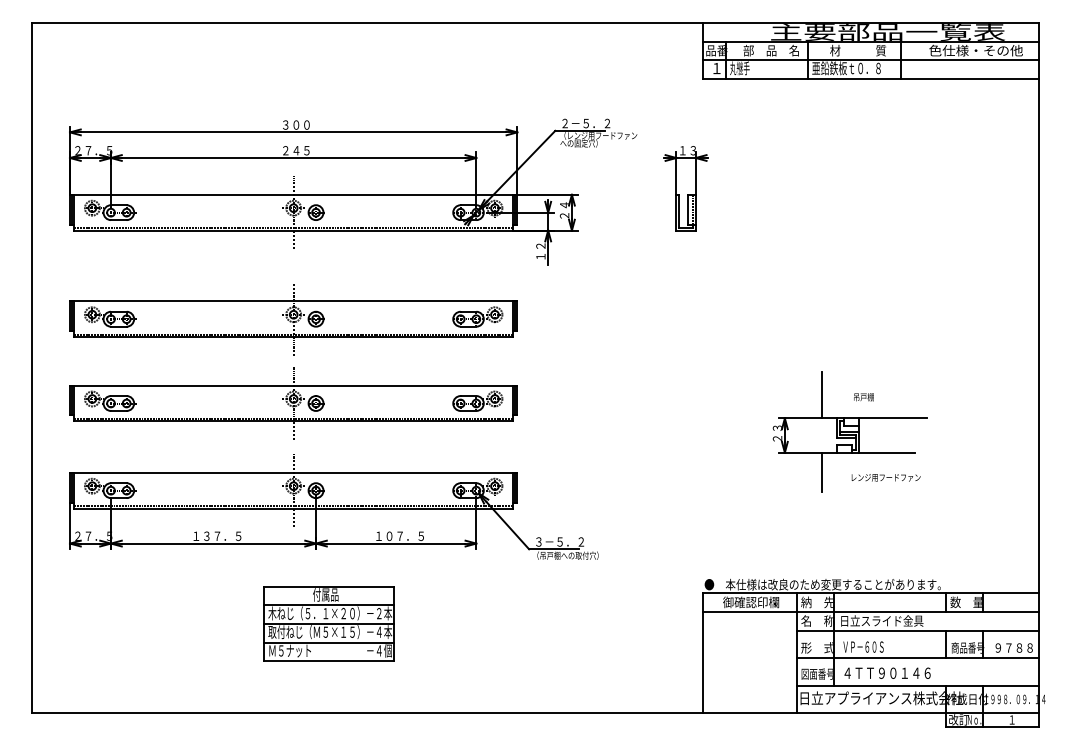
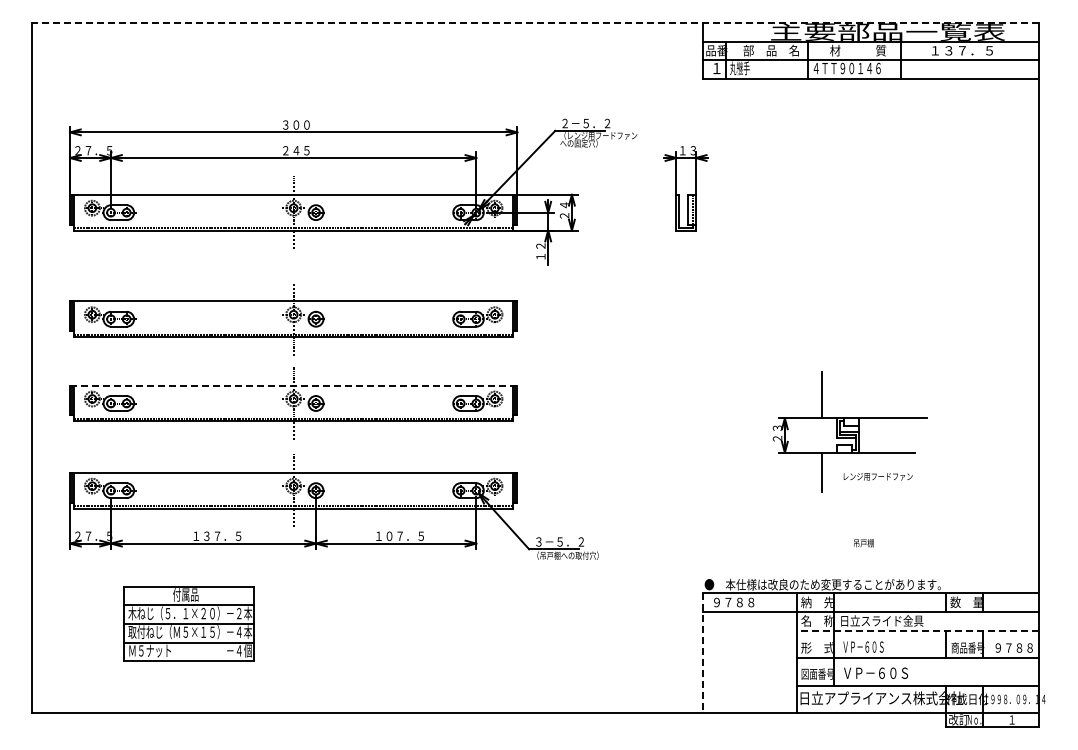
line at (535, 22): solid -> dashed
text at (975, 50): 色仕様・その他 -> １３７．５
text at (846, 68): 亜鉛鉄板ｔ０．８ -> ４ＴＴ９０１４６
line at (293, 385): solid -> dashed
text at (863, 397) position: (863, 397) -> (863, 543)
text at (885, 477) position: (885, 477) -> (877, 476)
text at (746, 602): 御確認印欄 -> ９７８８
part at (328, 623) position: (328, 623) -> (188, 623)
line at (917, 630): solid -> dashed
line at (703, 652): solid -> dashed
text at (887, 672): ４ＴＴ９０１４６ -> ＶＰ－６０Ｓ
